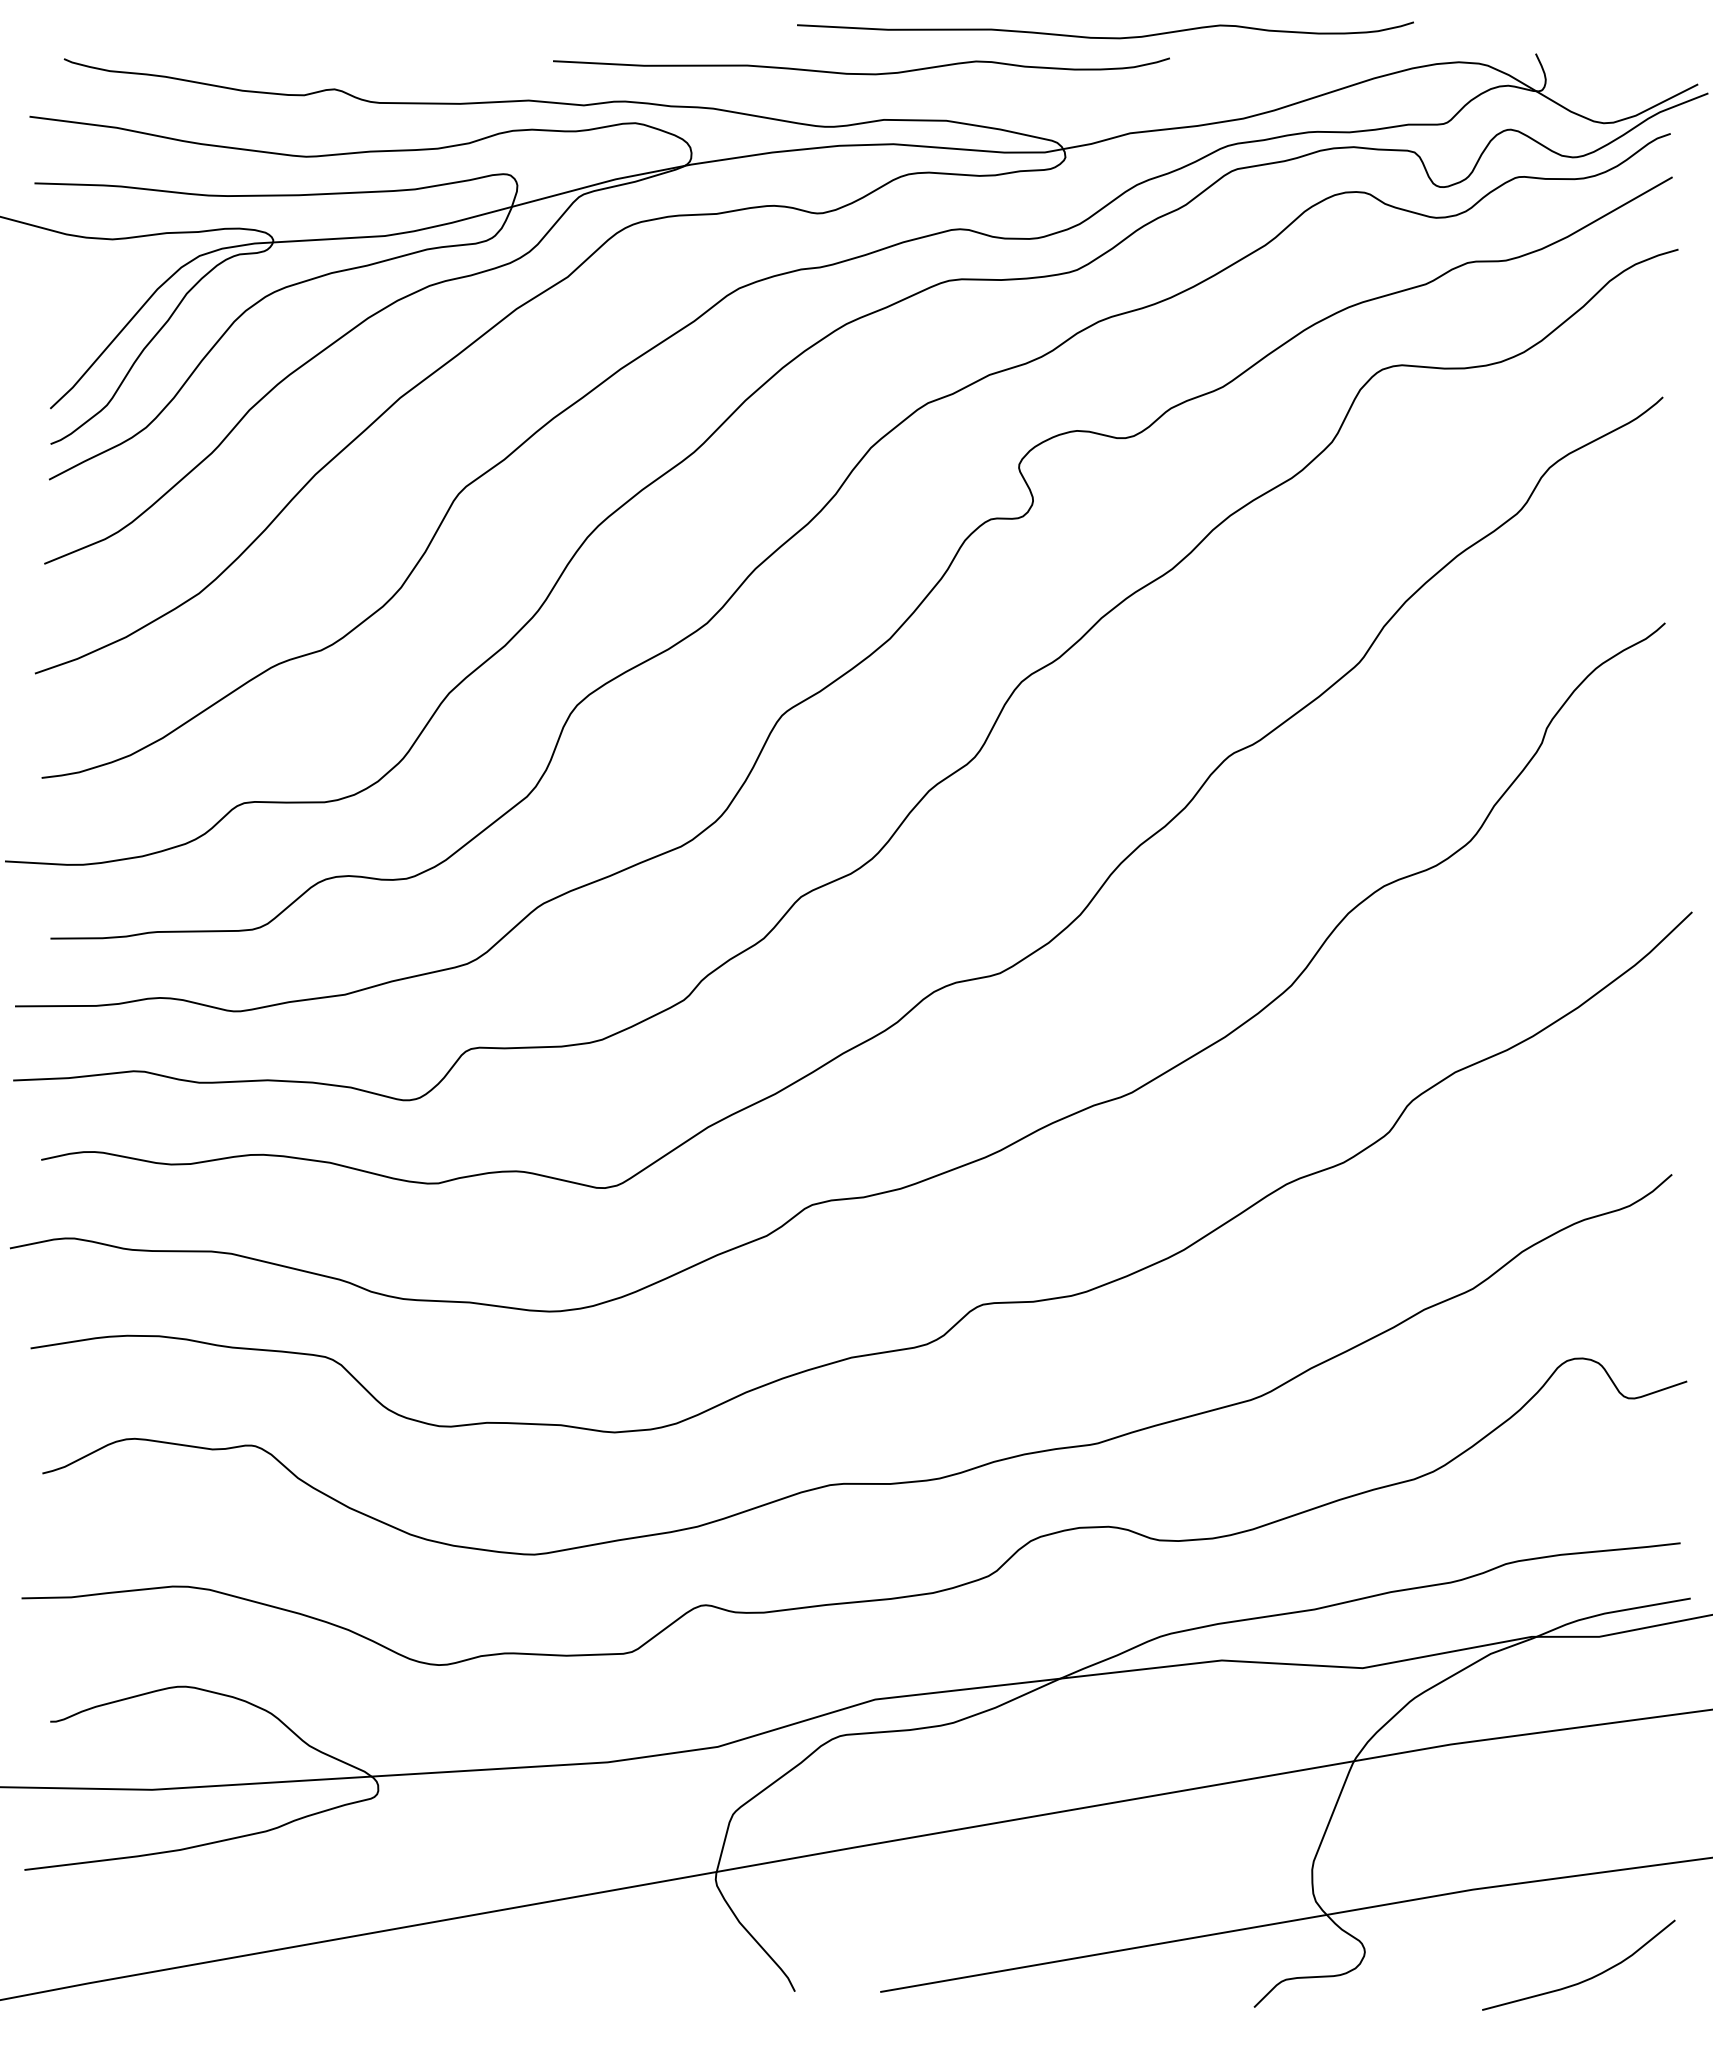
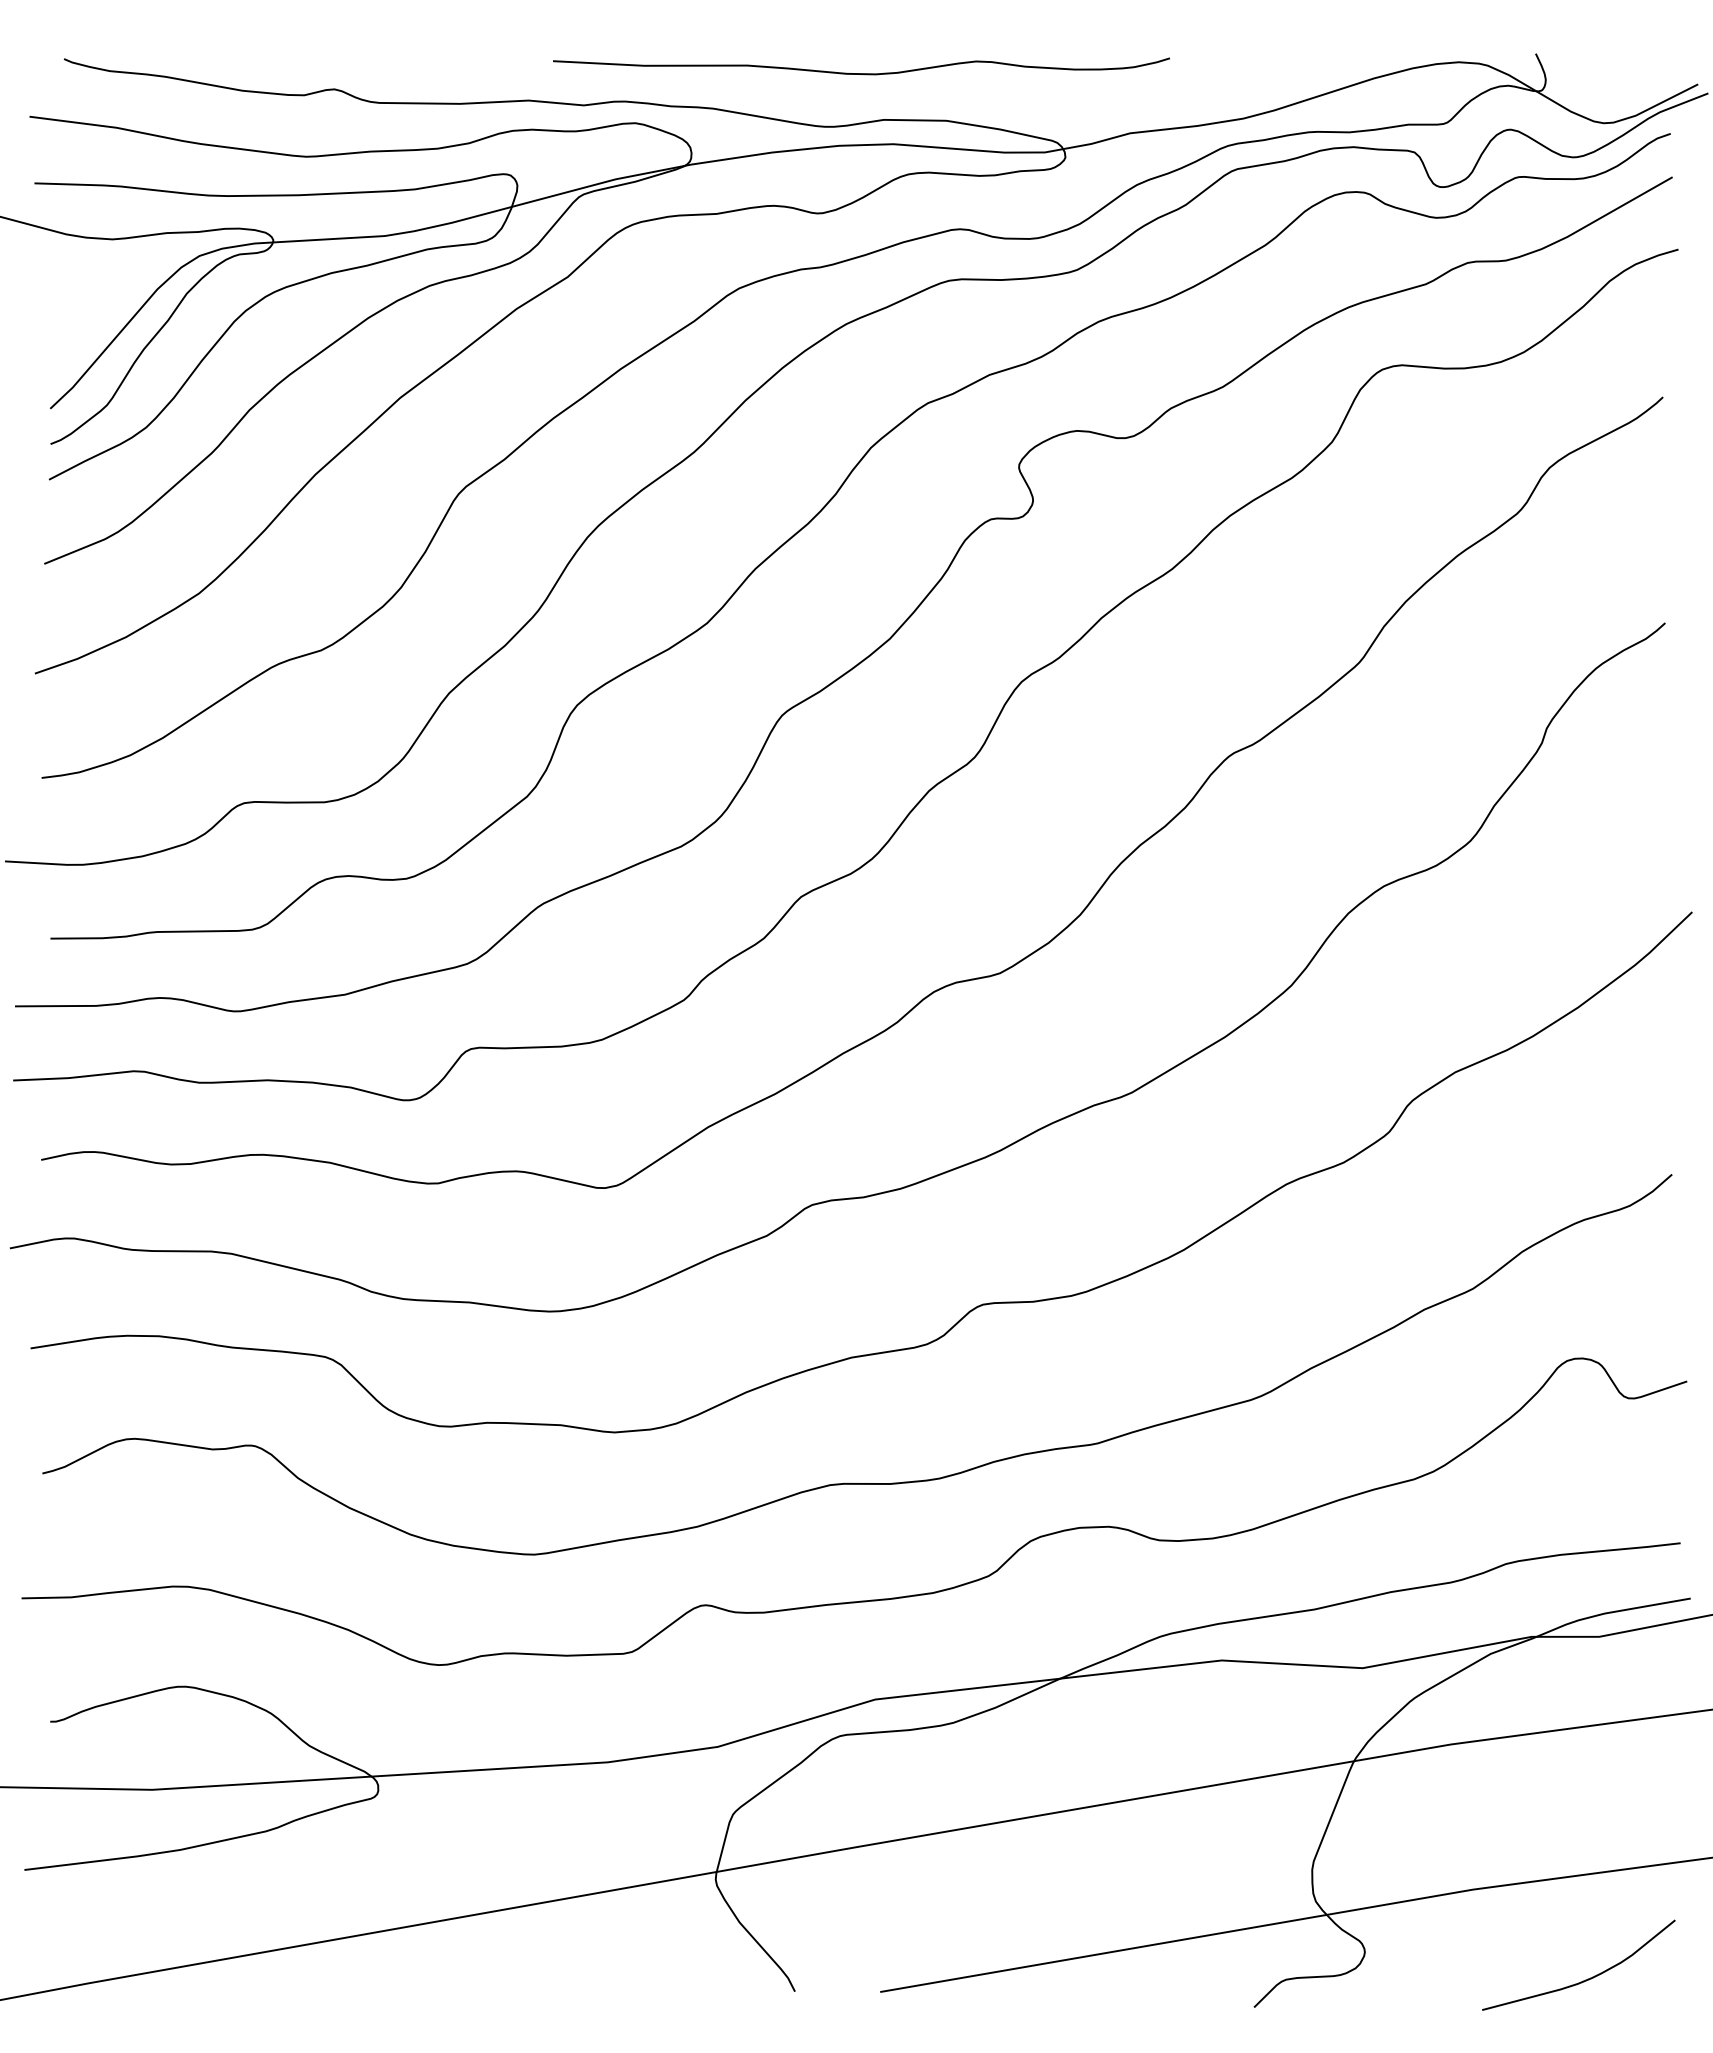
curve at (1105, 37): present -> none
